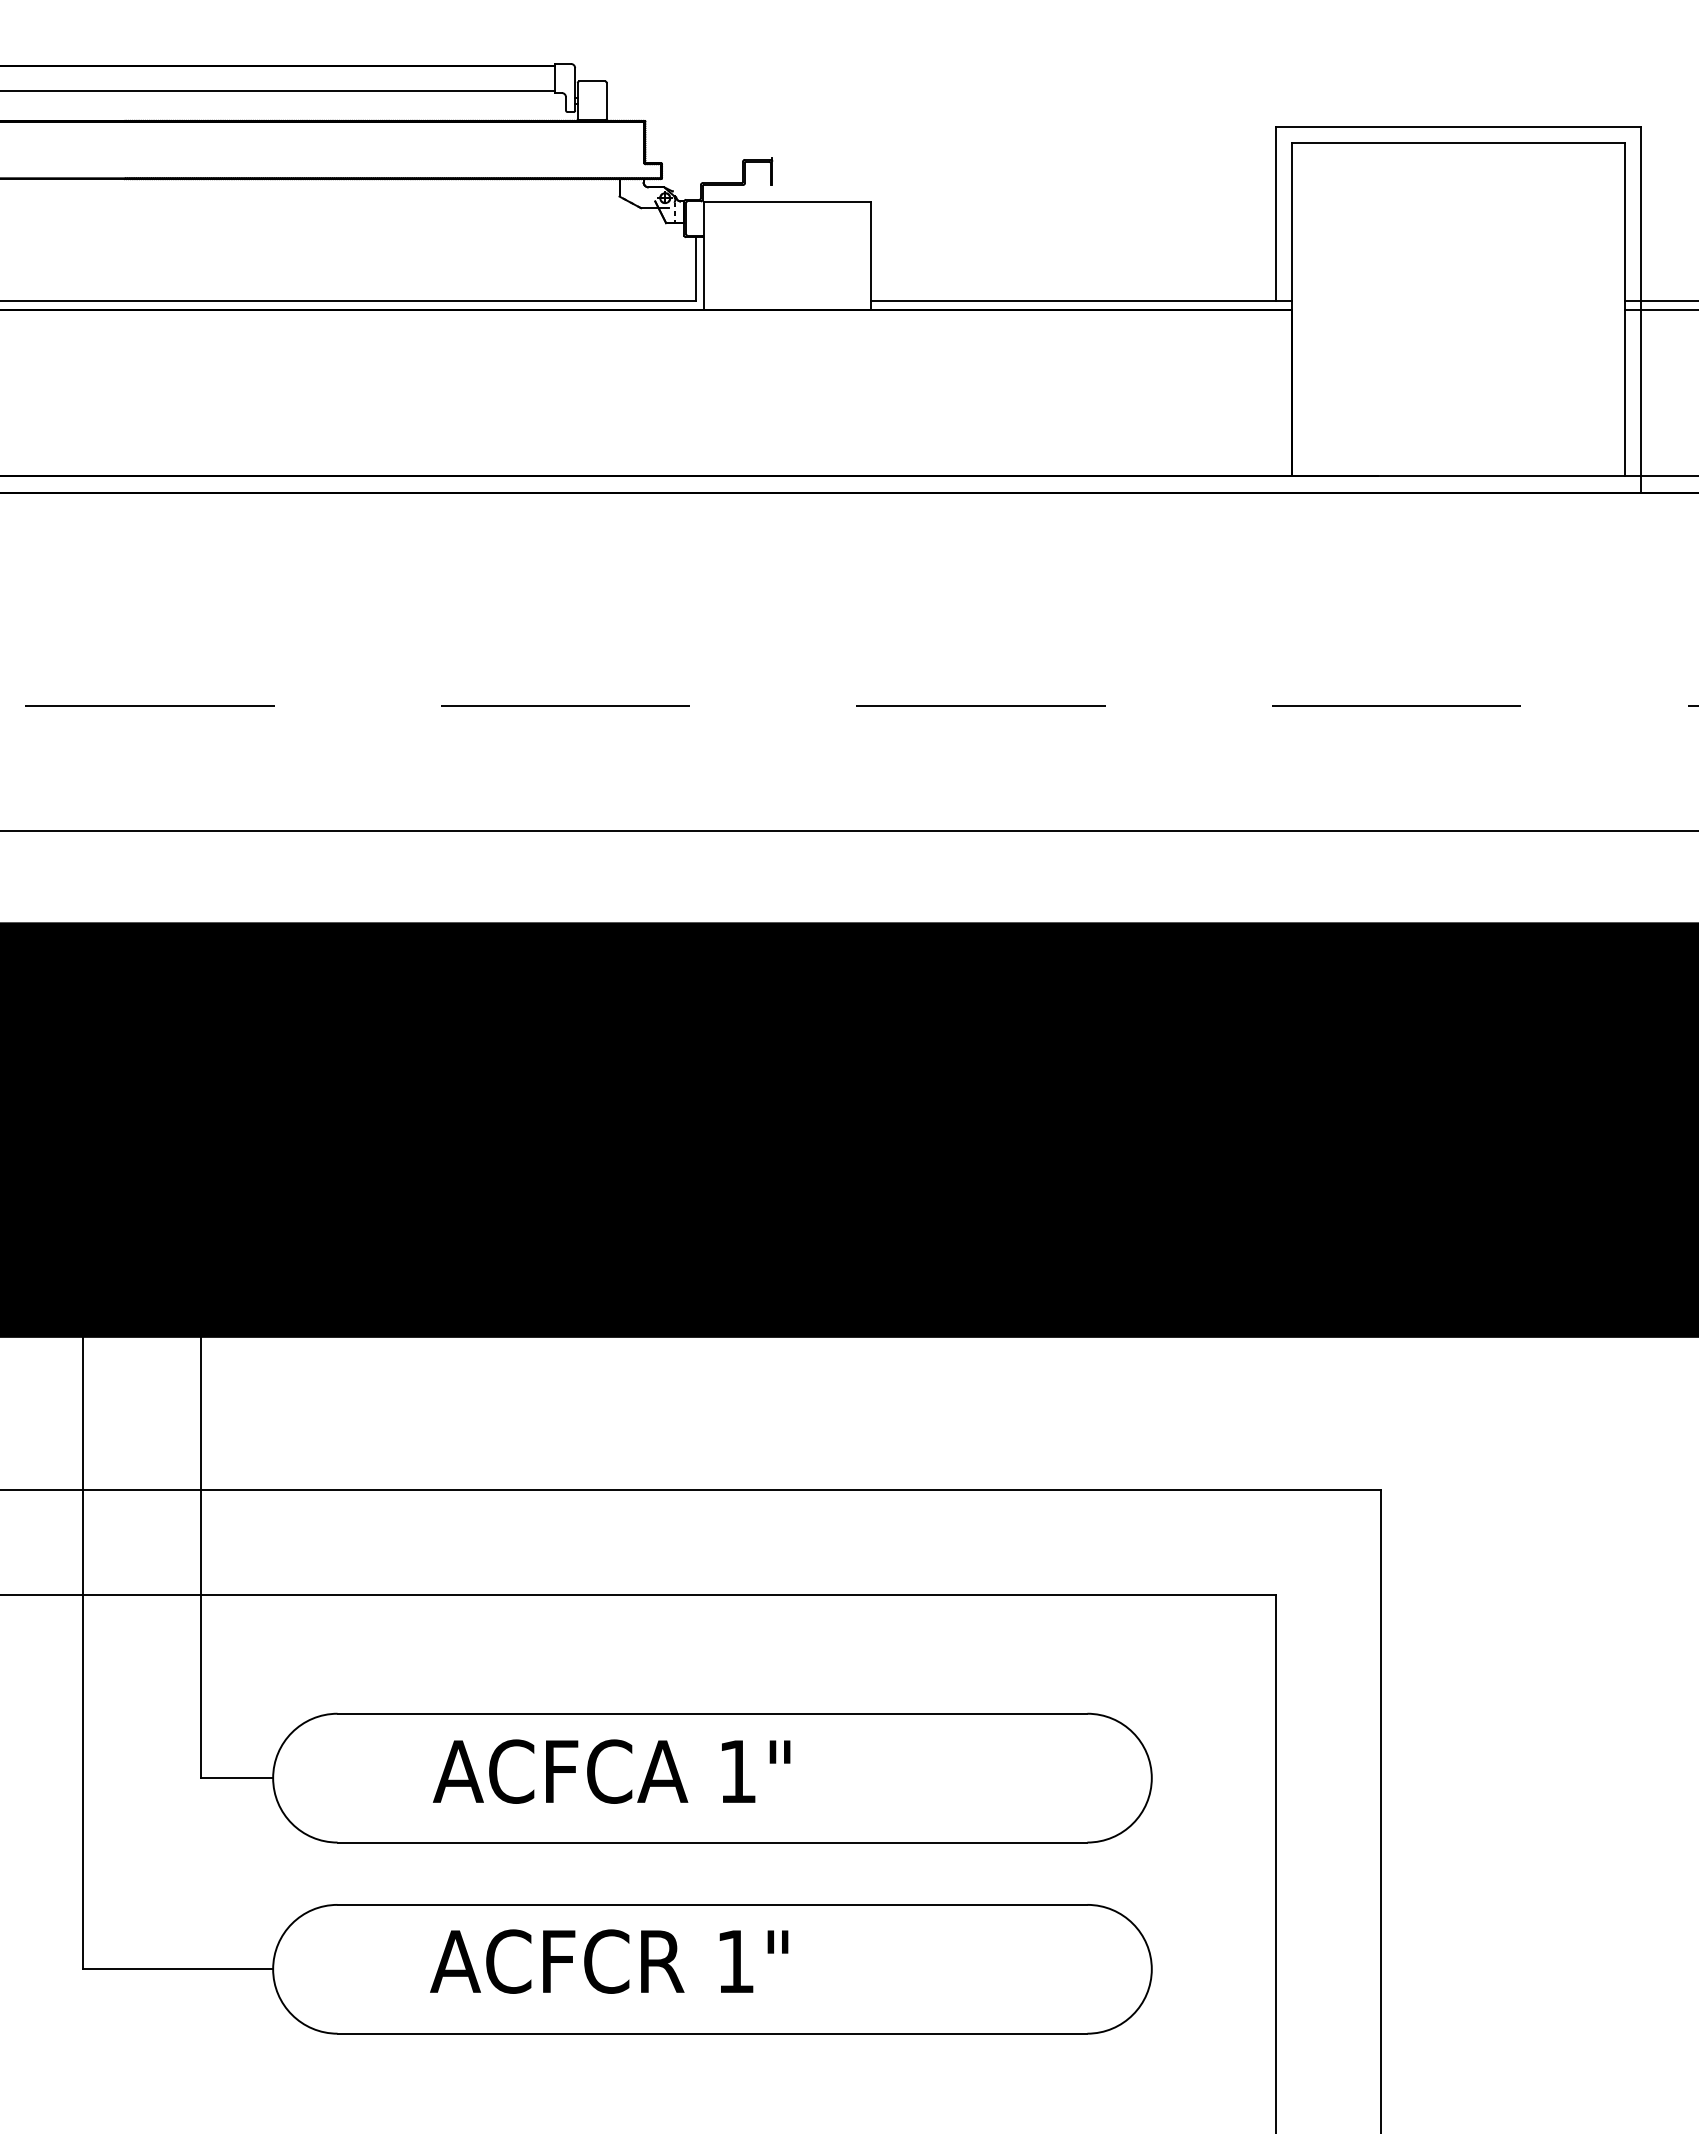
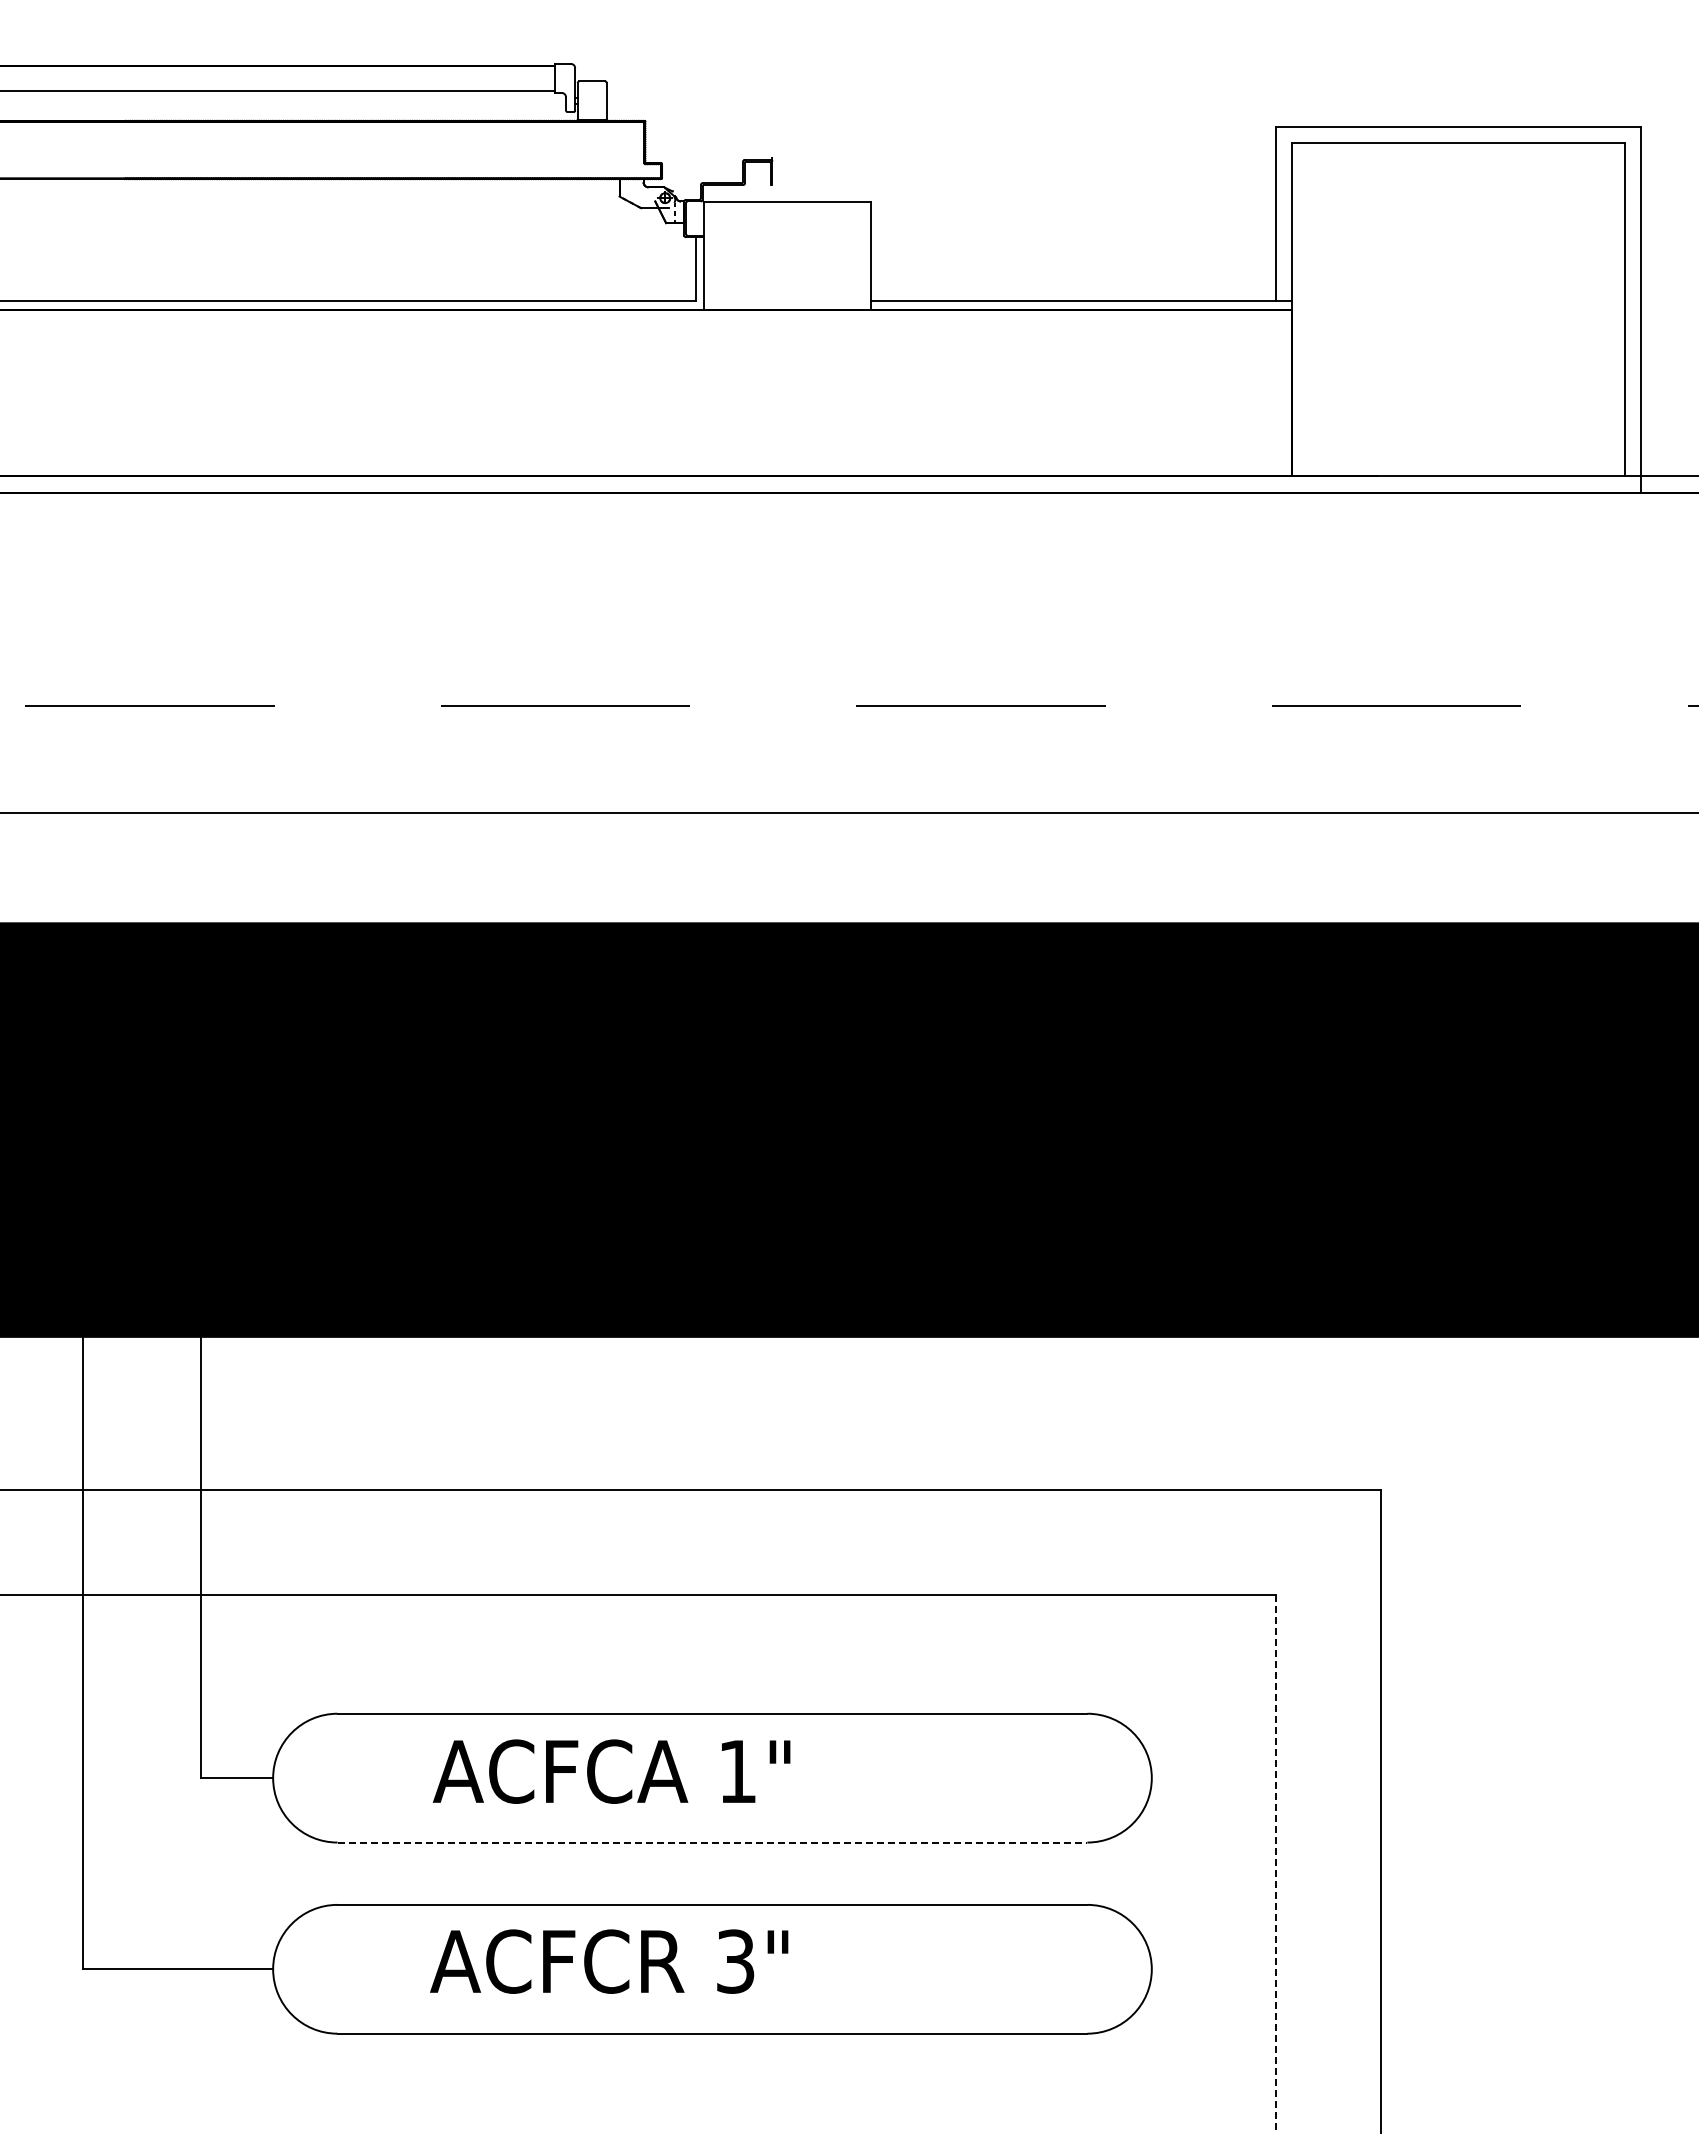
line at (1659, 301): present -> none
line at (1659, 309): present -> none
line at (848, 830) position: (848, 830) -> (848, 812)
line at (712, 1842): solid -> dashed
line at (1275, 1865): solid -> dashed
text at (735, 1961): 1" -> 3"
